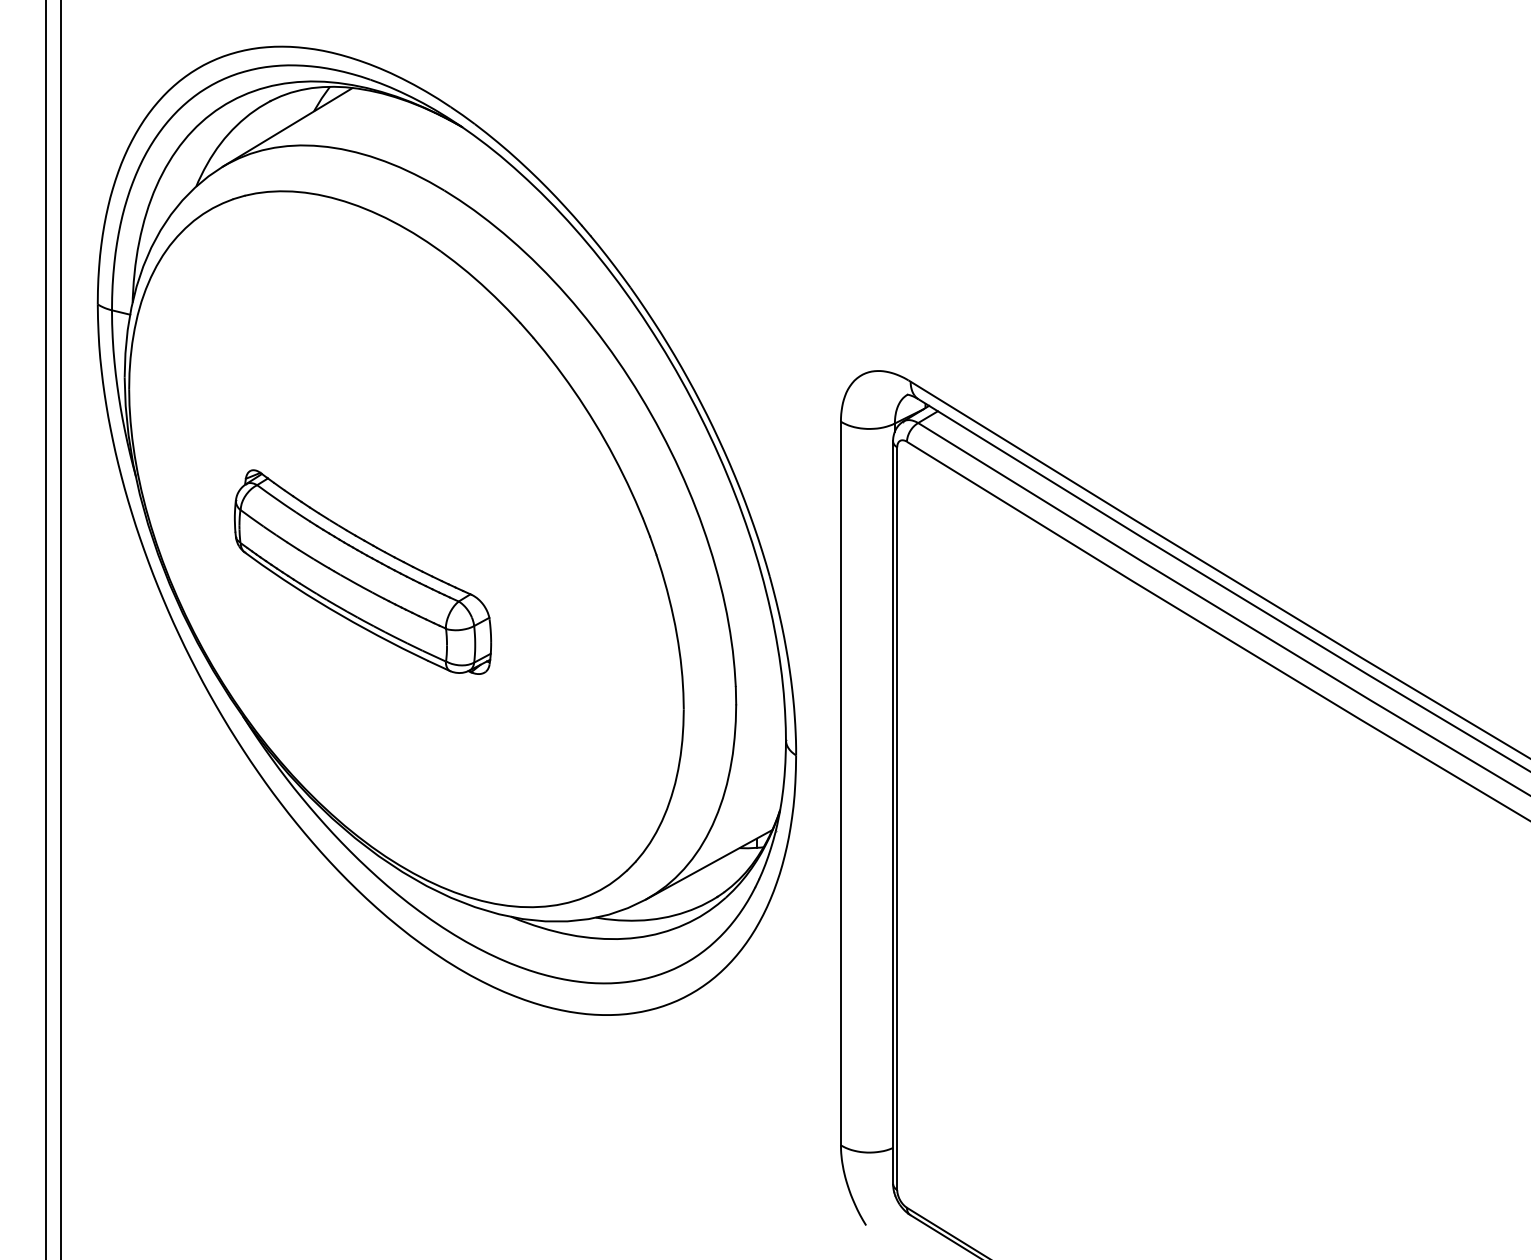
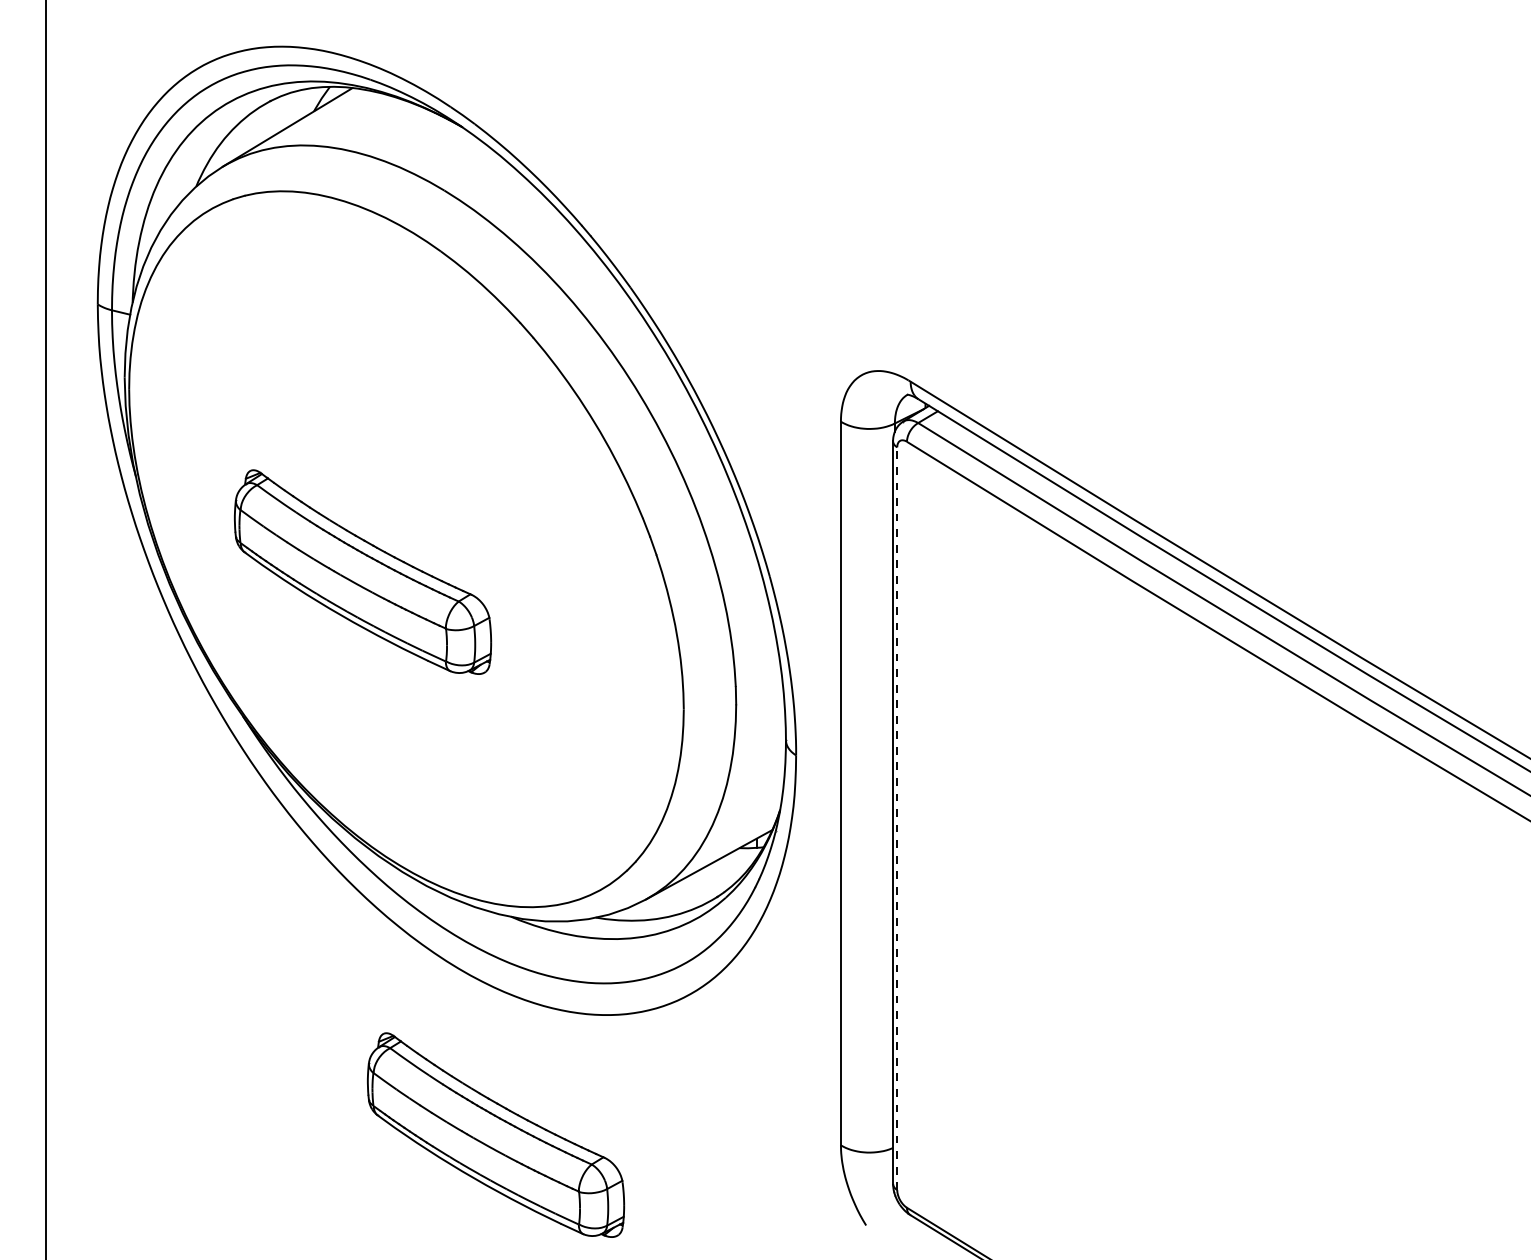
line at (61, 629): present -> none
line at (897, 818): solid -> dashed
part at (496, 1134): none -> present
